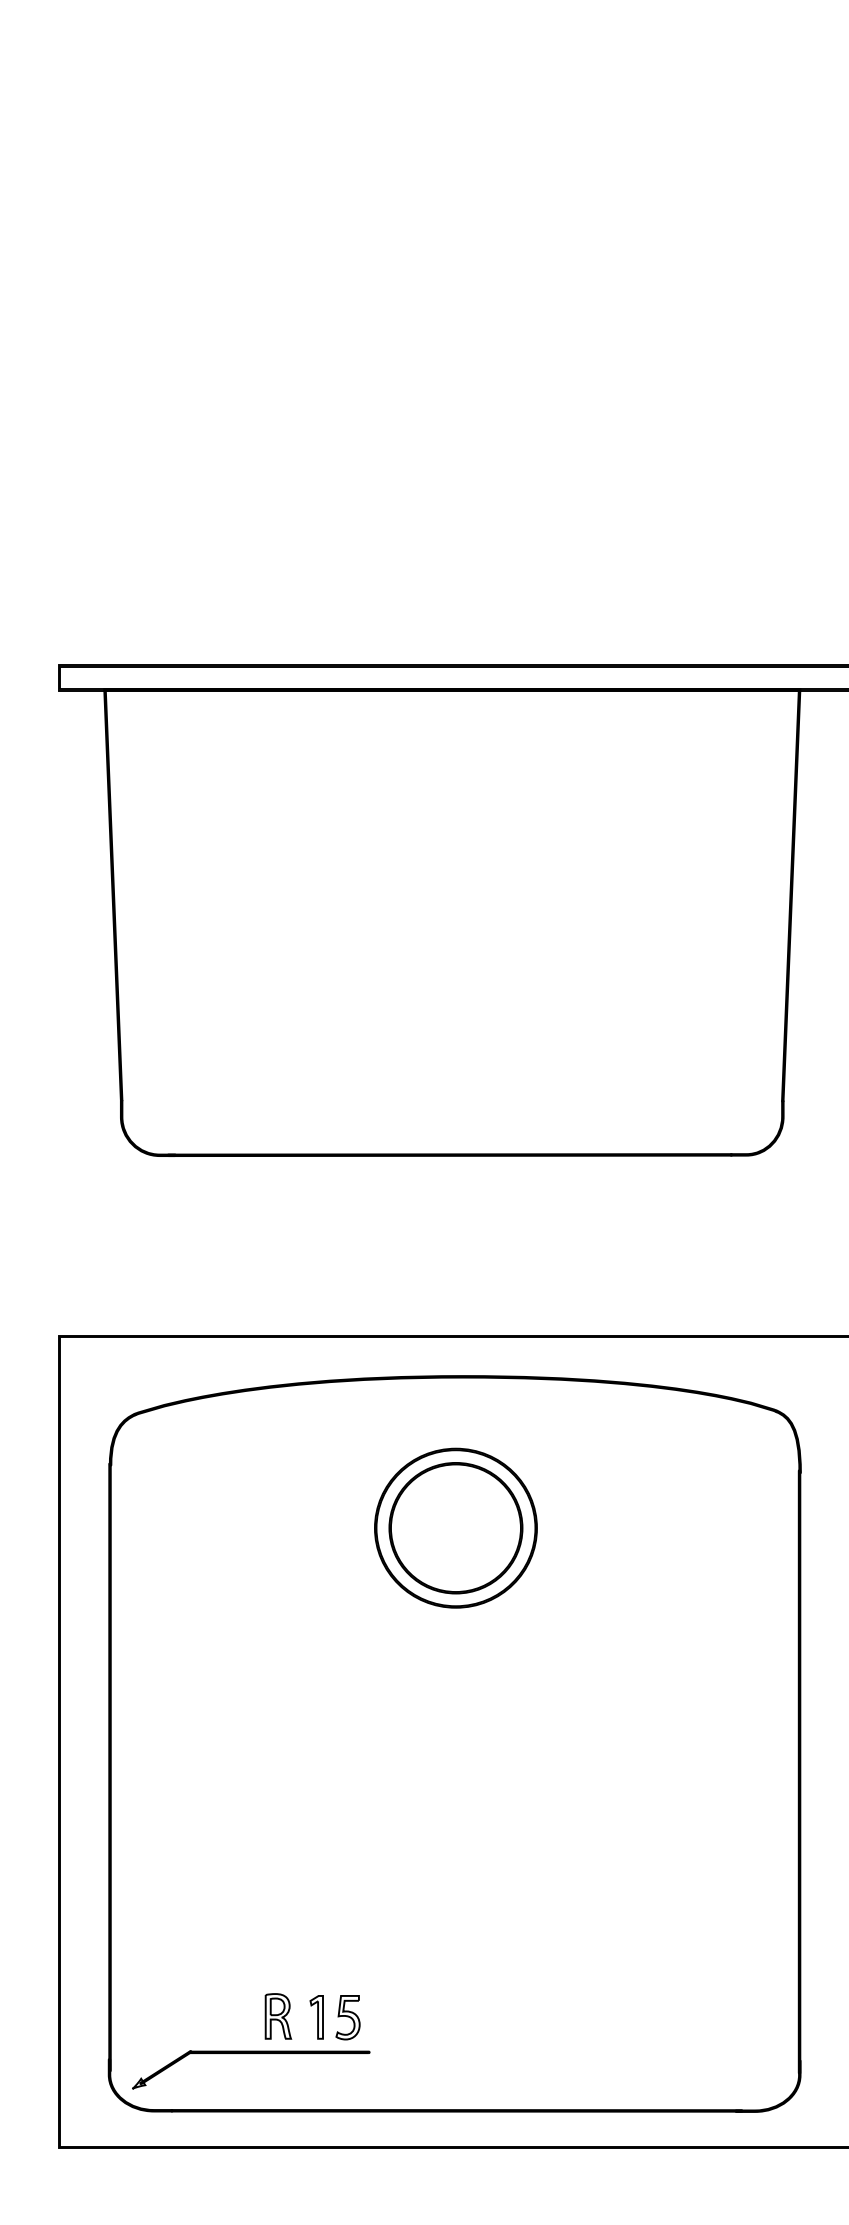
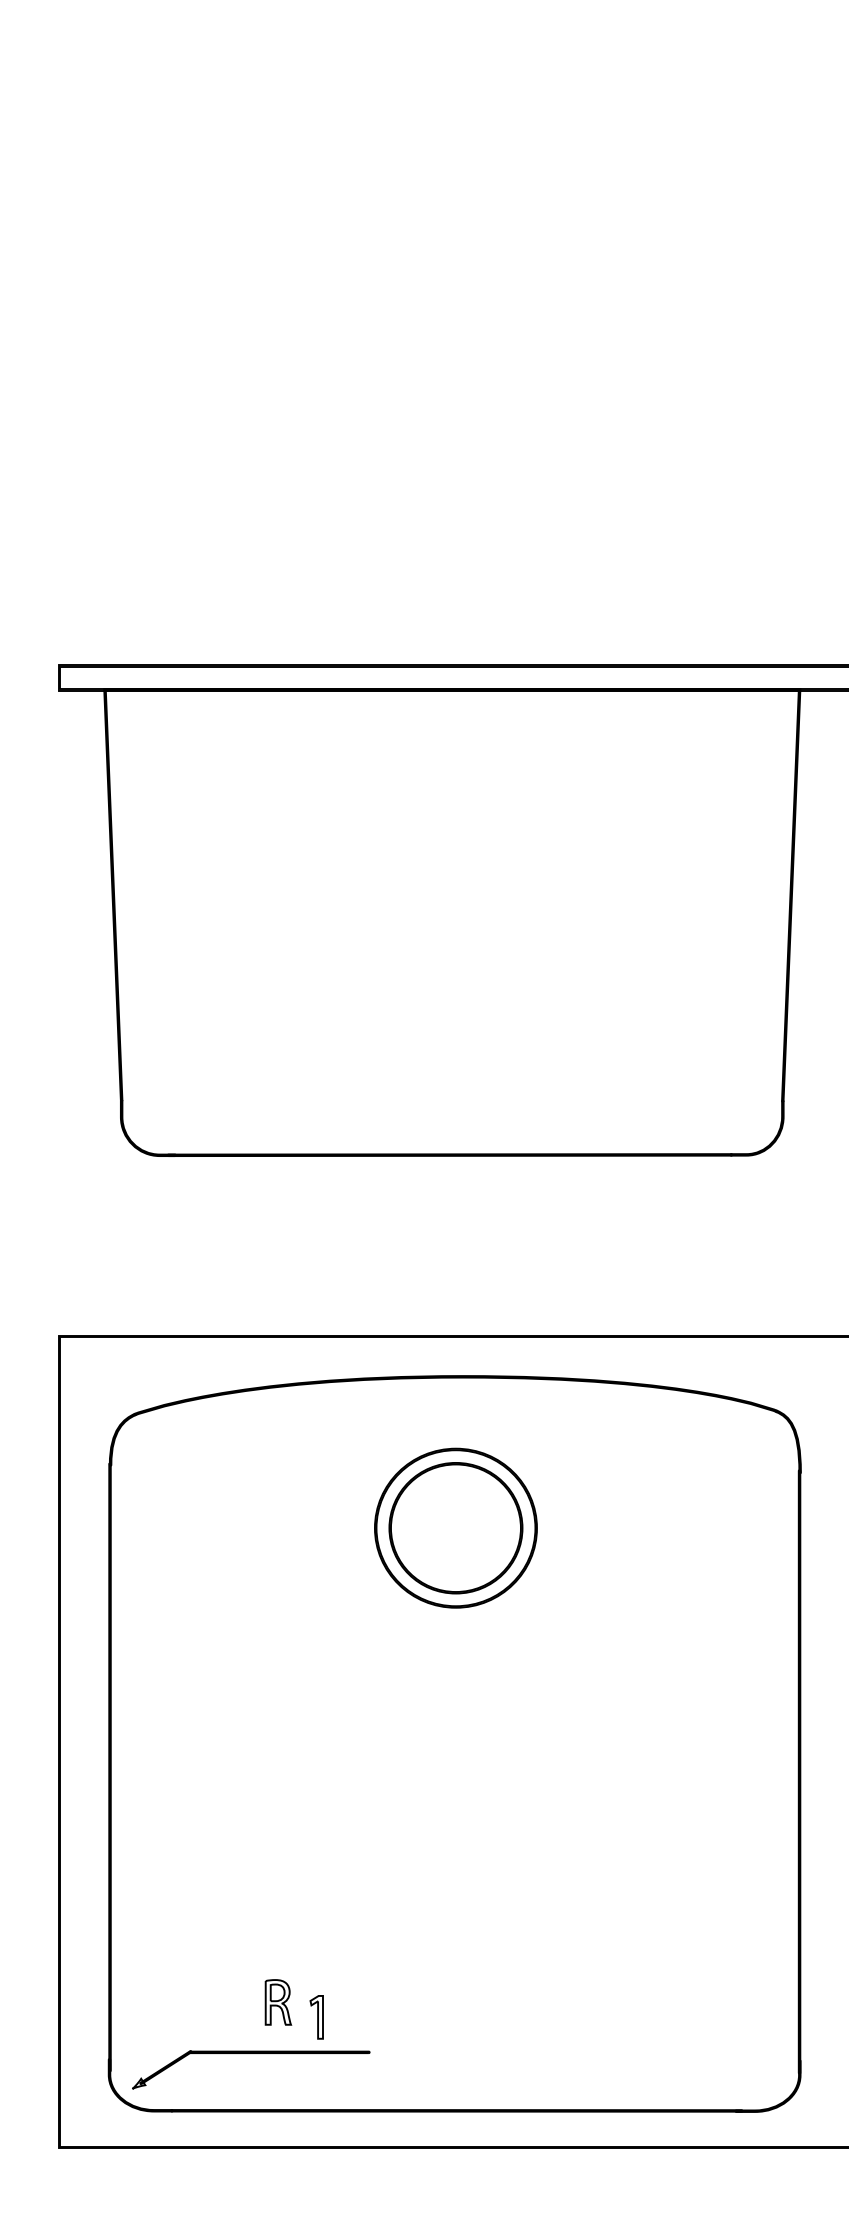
part at (278, 2016) position: (278, 2016) -> (278, 2002)
part at (347, 2017): present -> none
